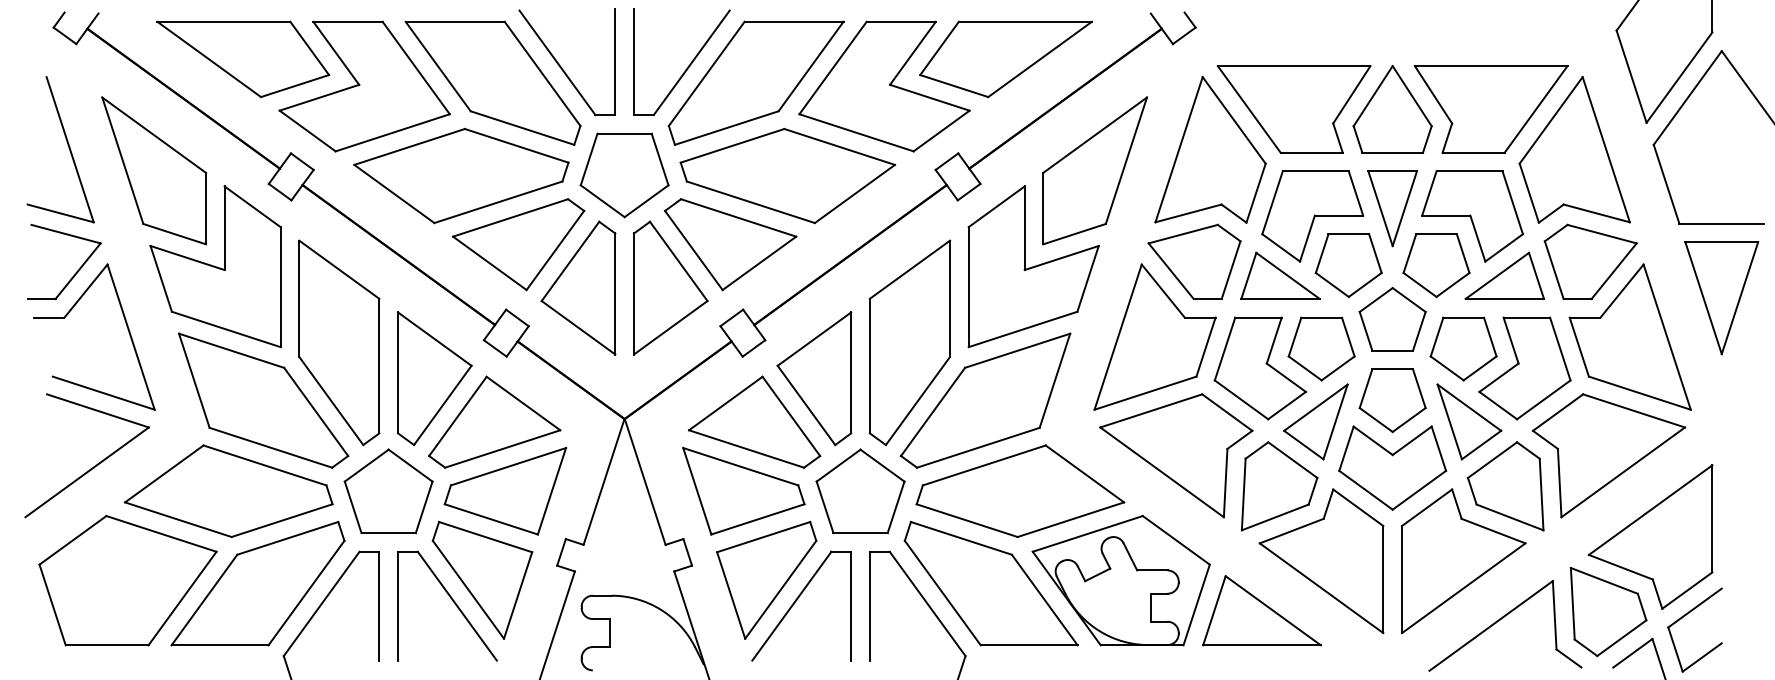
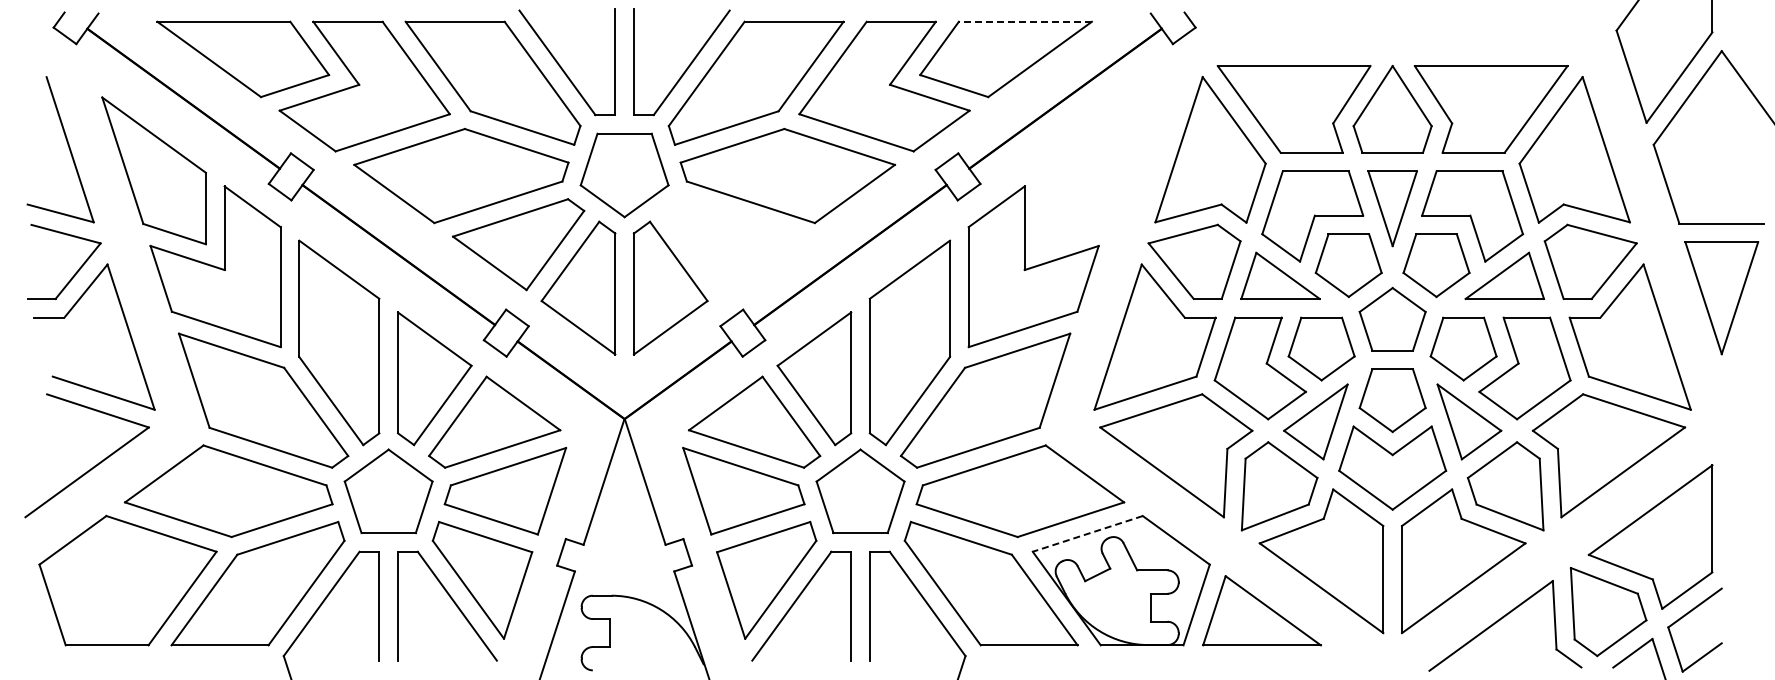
line at (1025, 21): solid -> dashed
part at (1095, 170): present -> none
part at (730, 244): present -> none
line at (1087, 533): solid -> dashed
